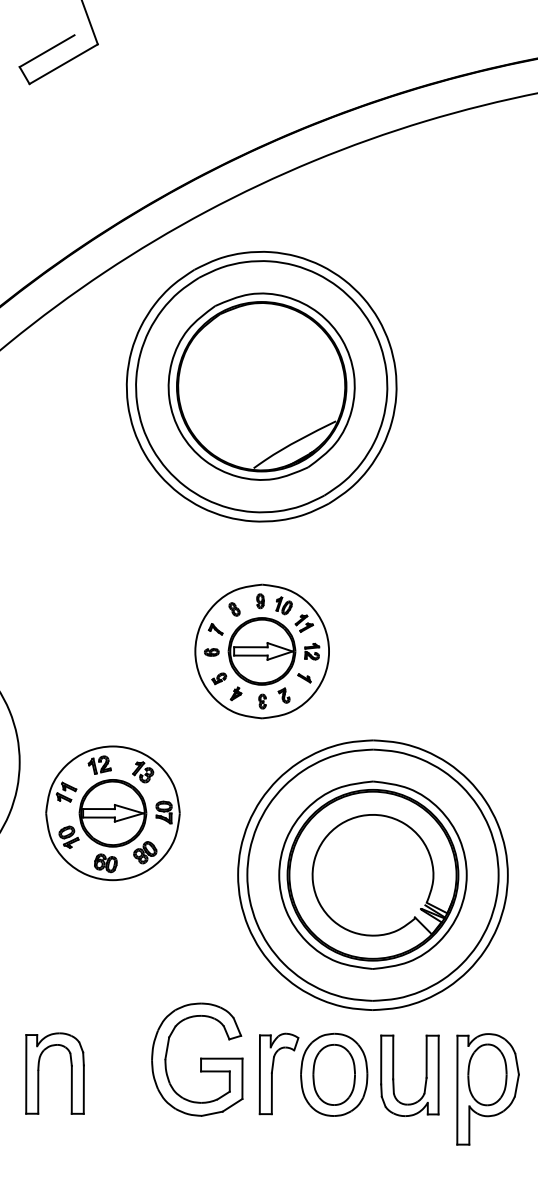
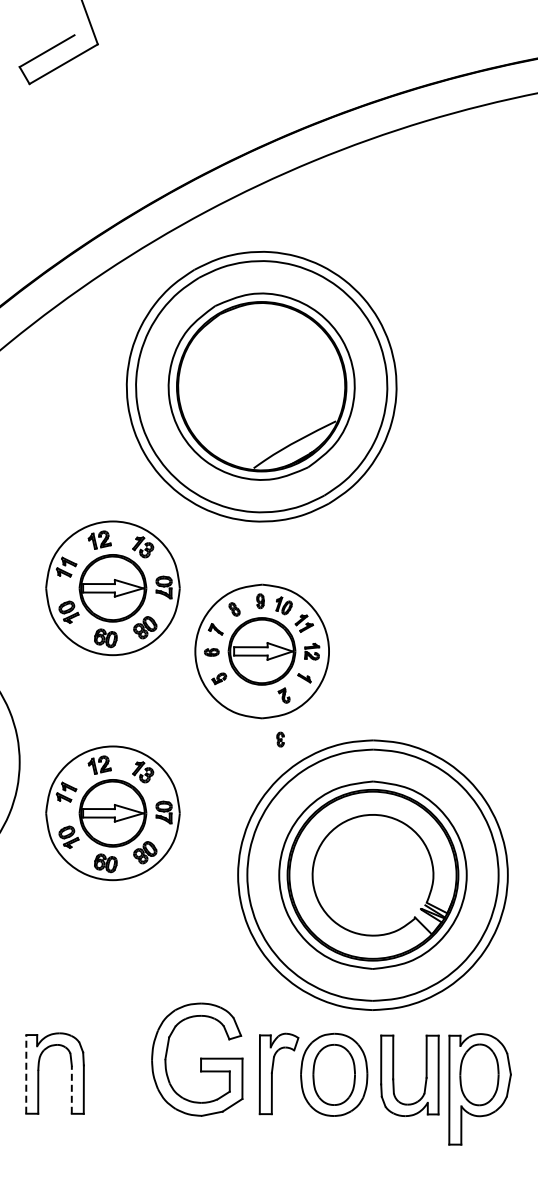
part at (112, 588): none -> present
part at (235, 693): present -> none
part at (262, 701) position: (262, 701) -> (280, 739)
line at (26, 1073): solid -> dashed
line at (71, 1089): solid -> dashed
part at (487, 1089) position: (487, 1089) -> (479, 1089)
